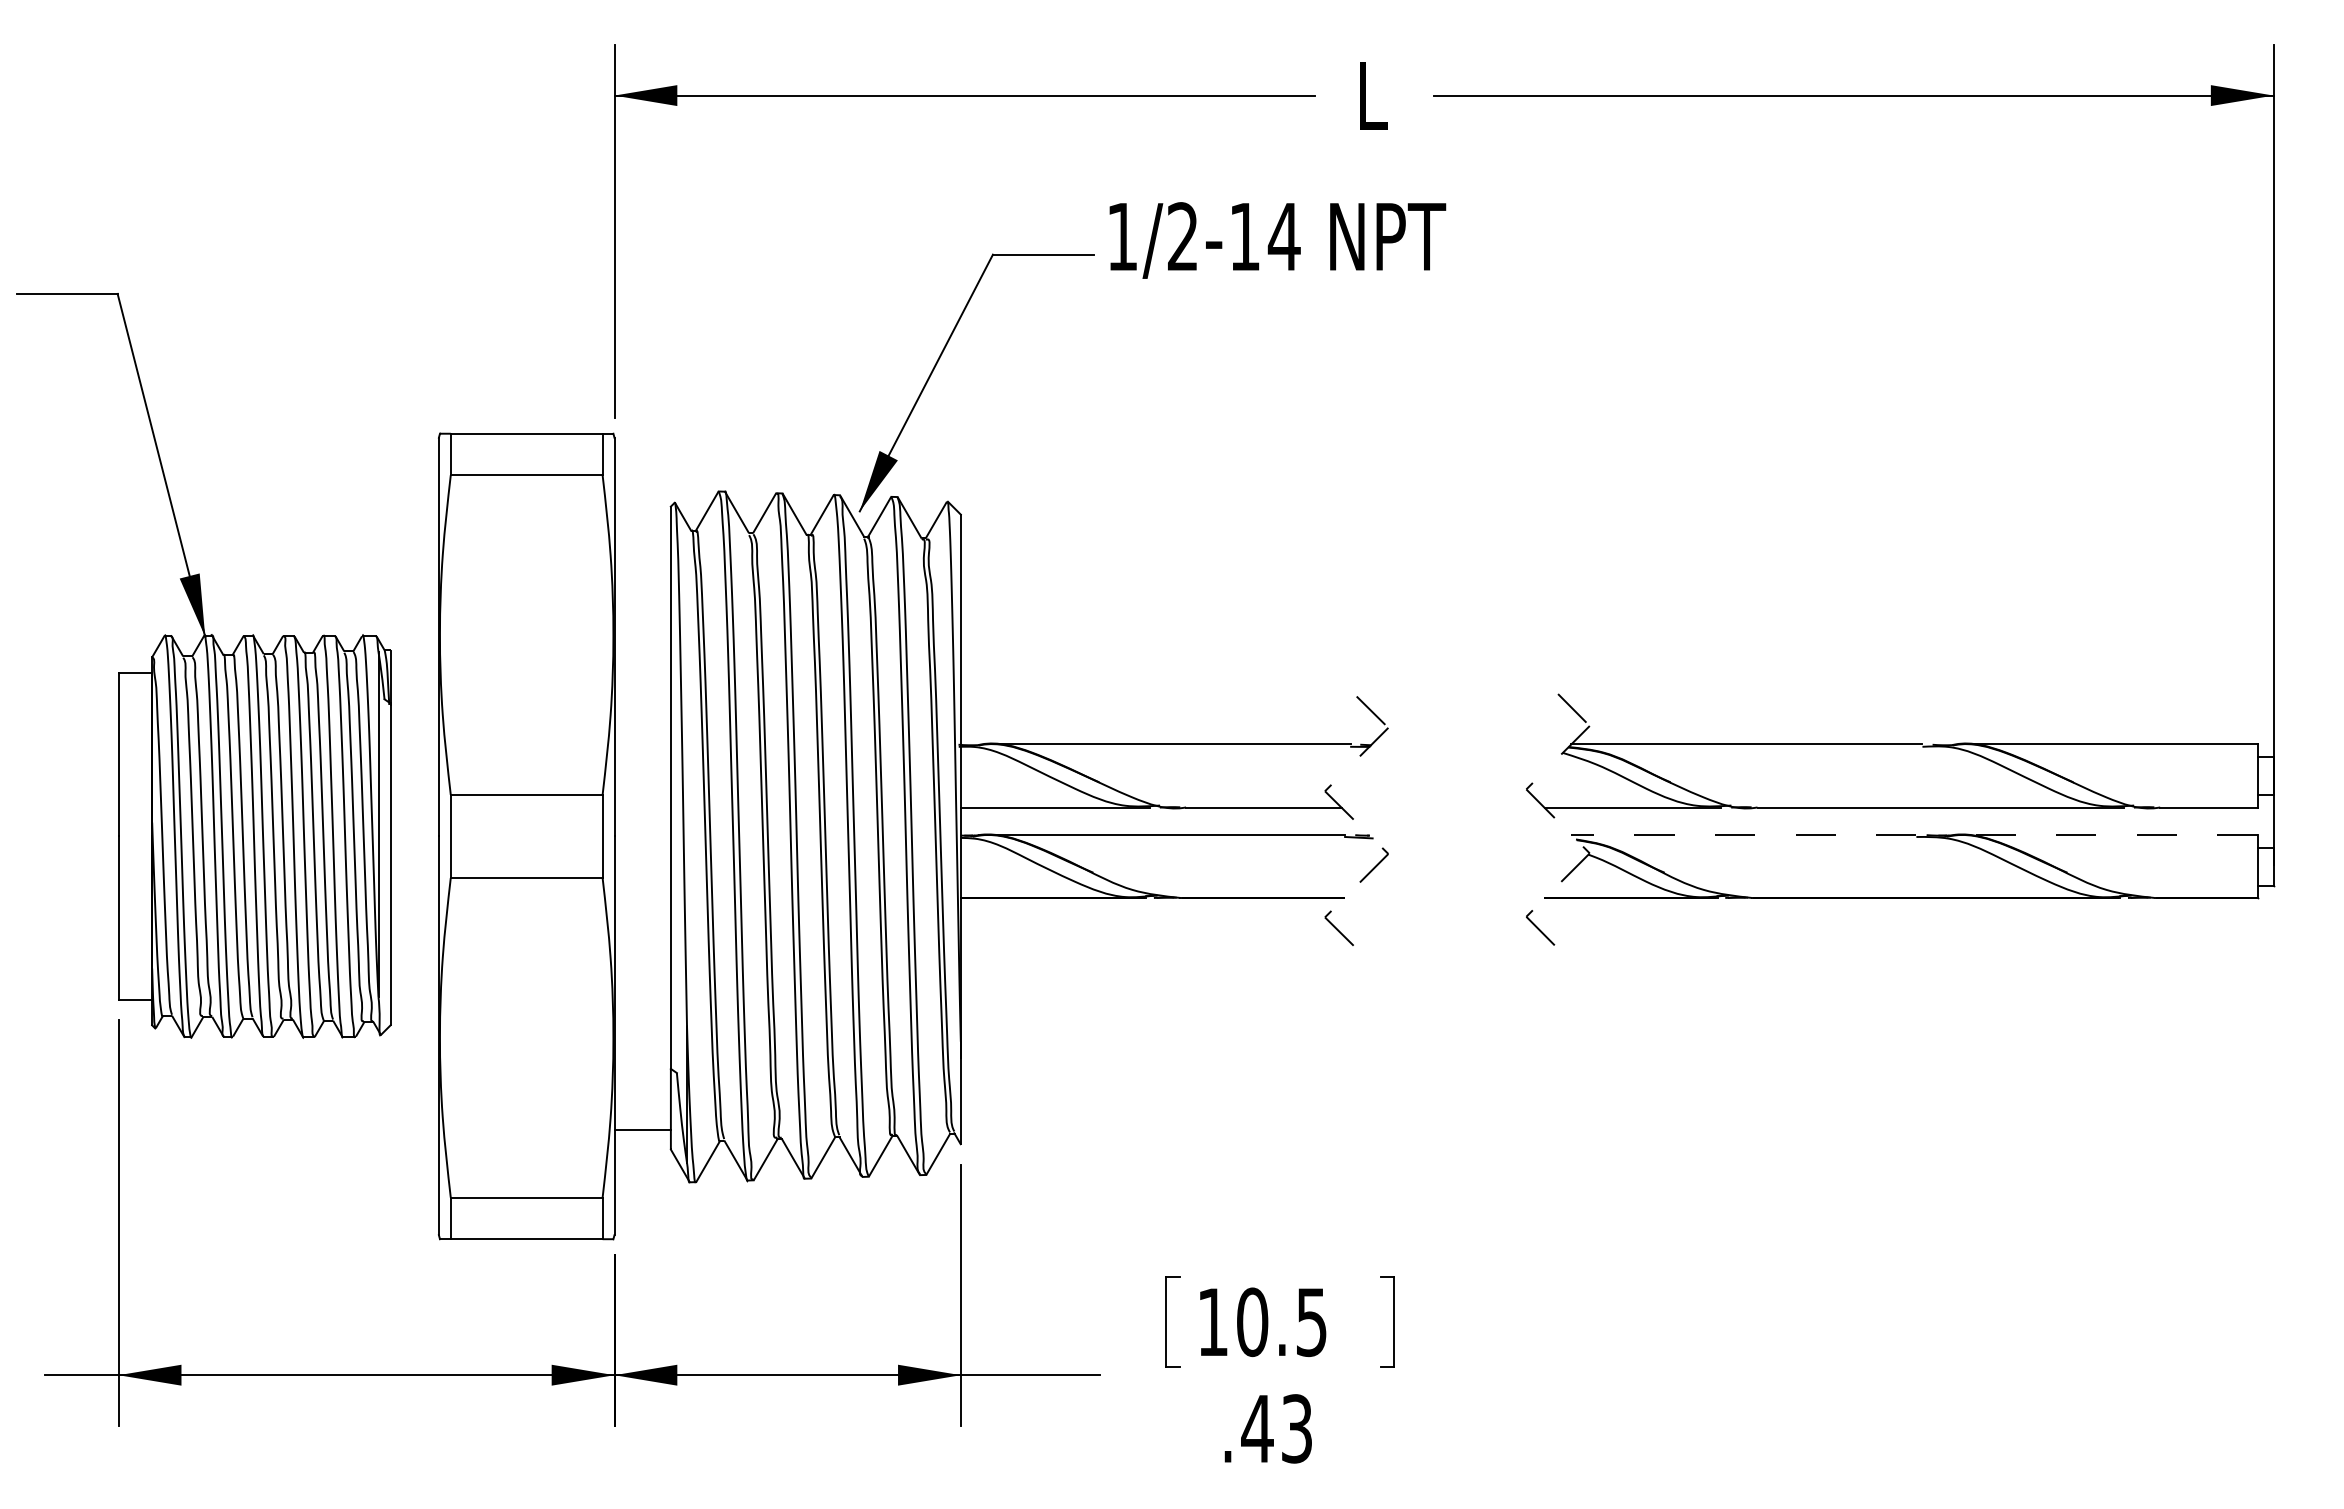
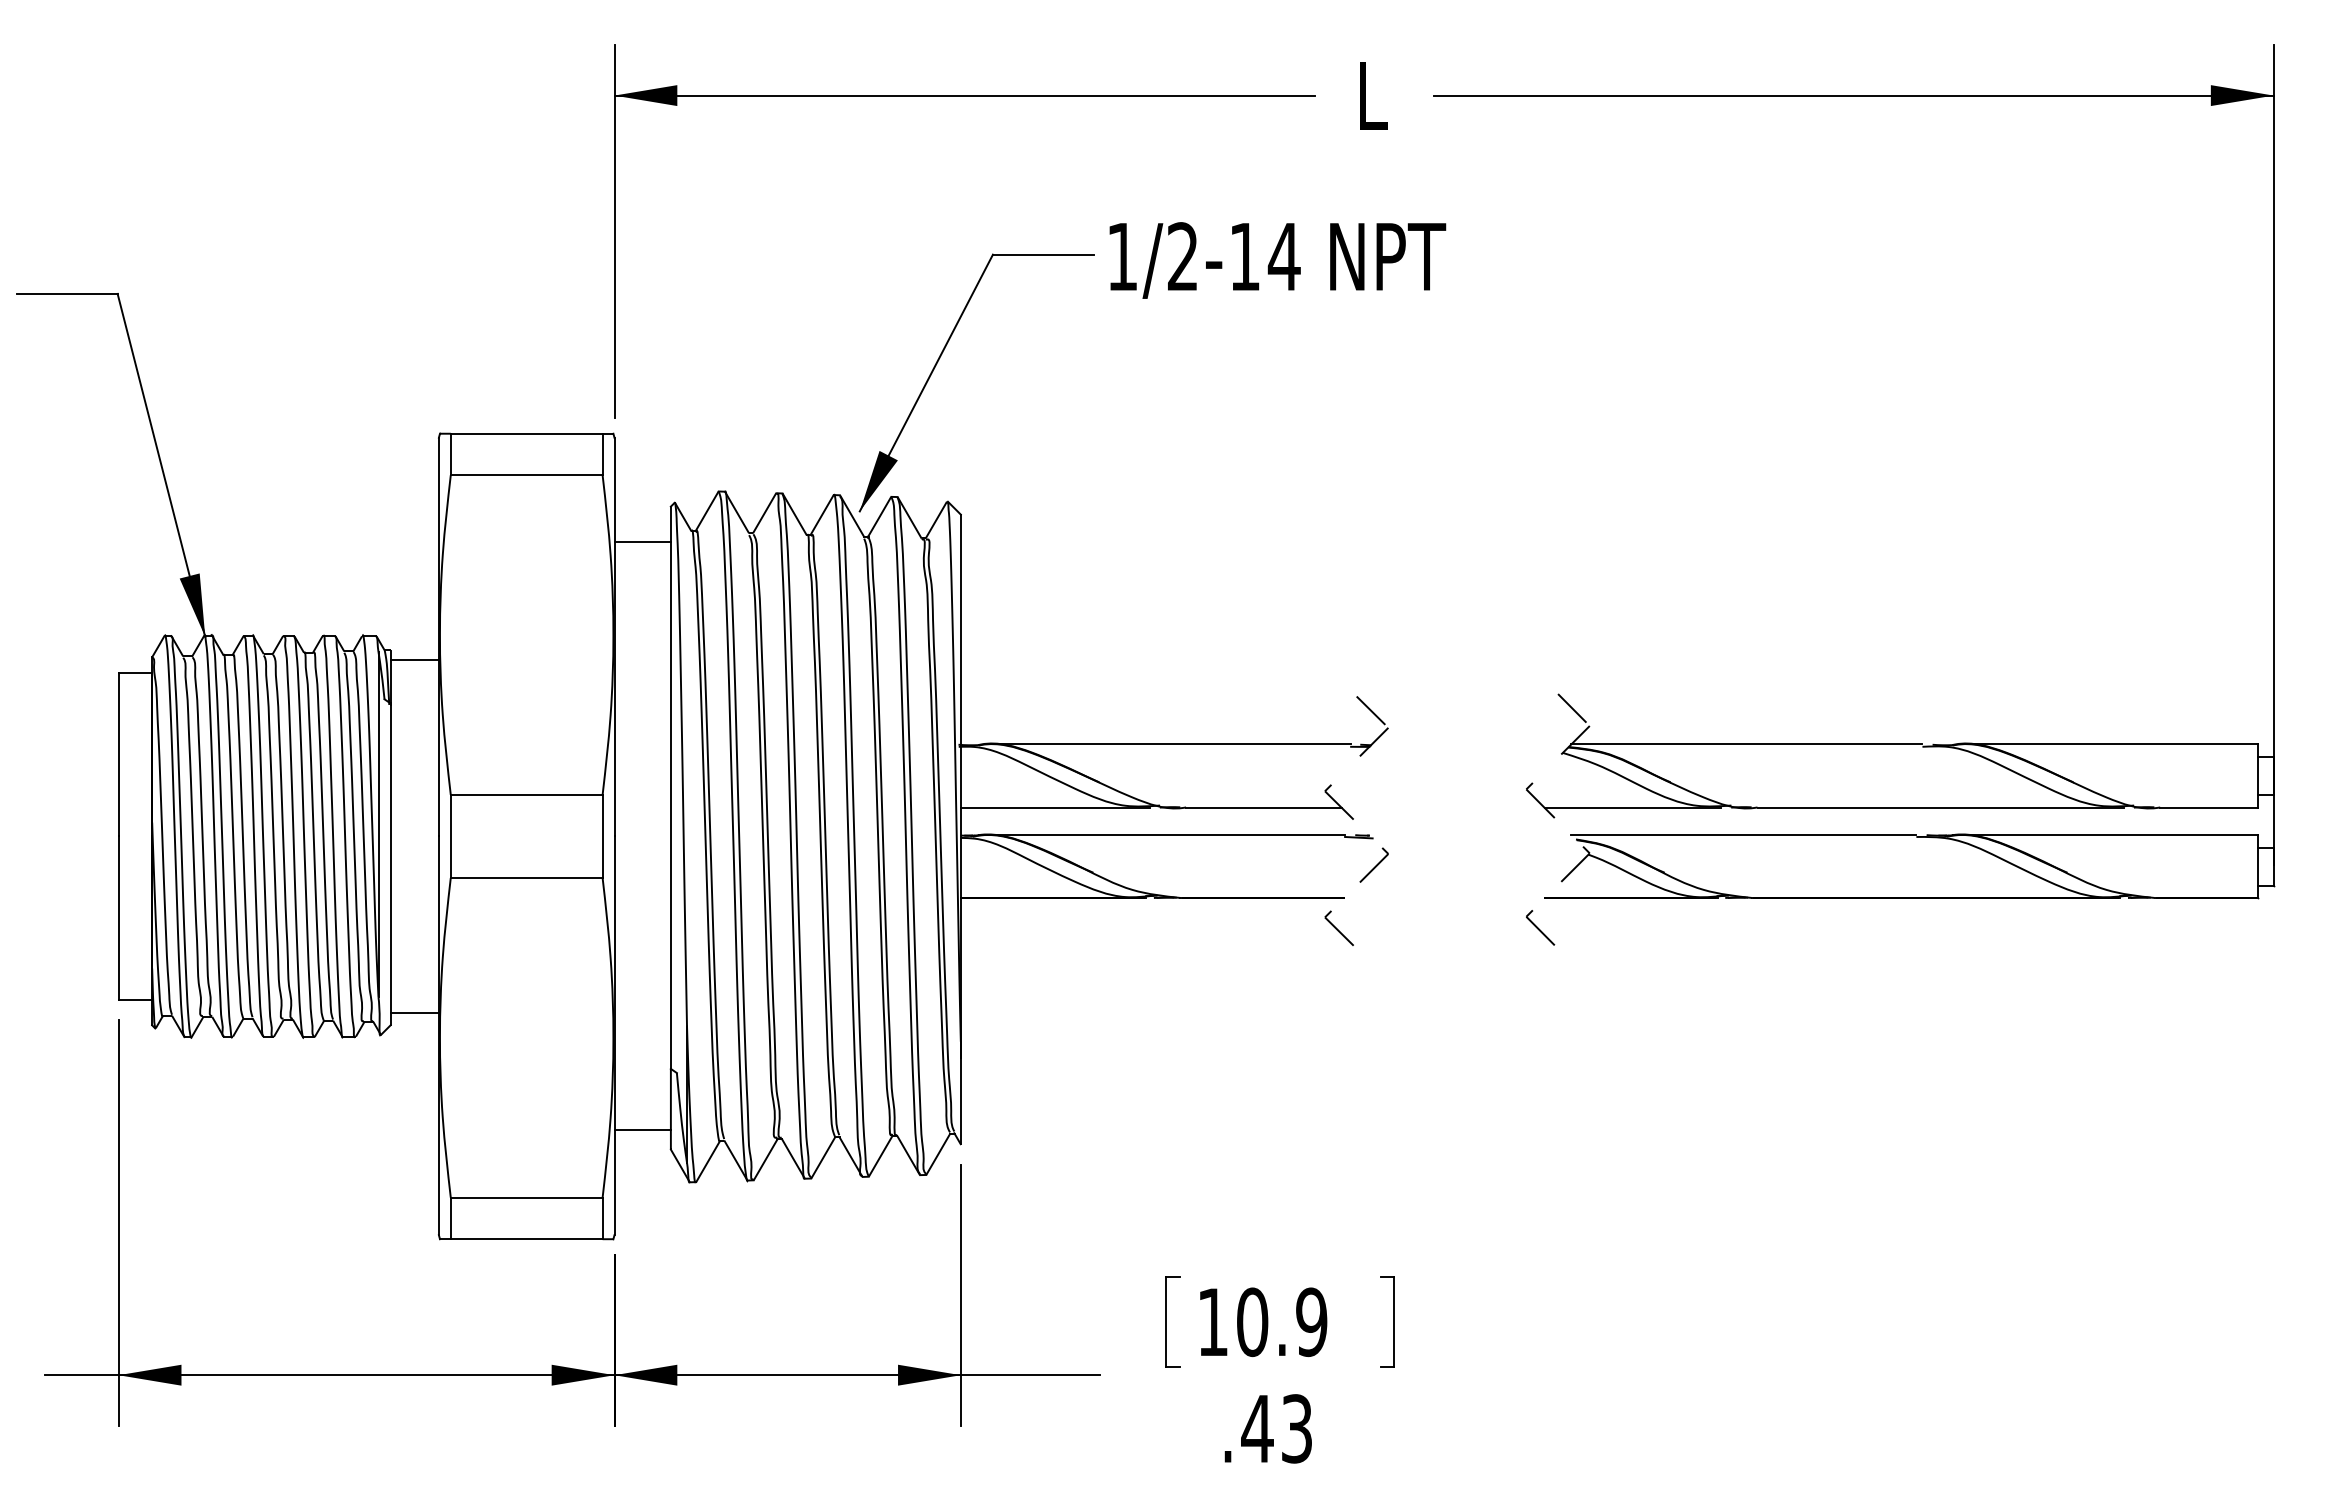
text at (1277, 240) position: (1277, 240) -> (1277, 260)
line at (642, 542): none -> present
line at (414, 659): none -> present
line at (1743, 834): dashed -> solid
line at (2104, 834): dashed -> solid
line at (414, 1013): none -> present
text at (1311, 1321): 10.5 -> 10.9
